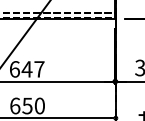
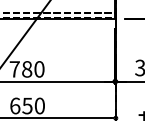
text at (26, 69): 647 -> 780
